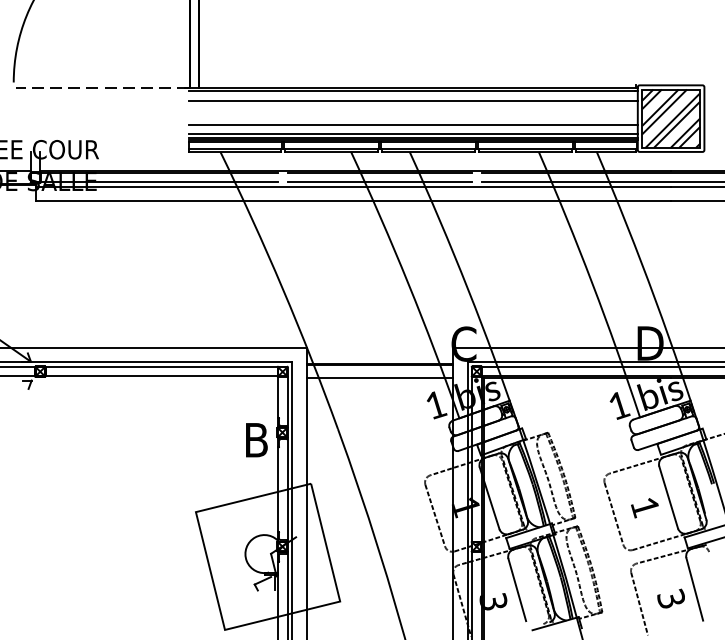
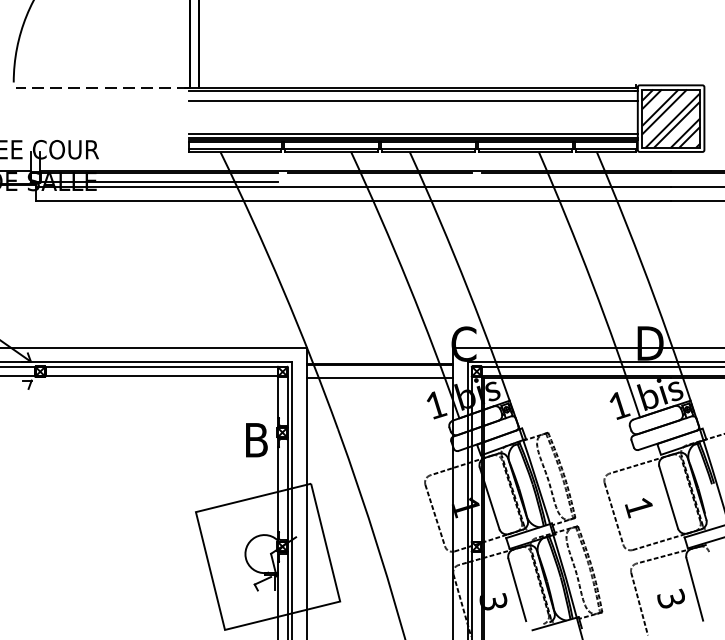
line at (413, 124): present -> none
line at (379, 182): present -> none
line at (601, 182): present -> none
text at (644, 508) position: (644, 508) -> (638, 508)
